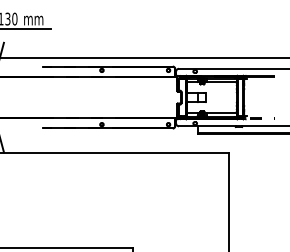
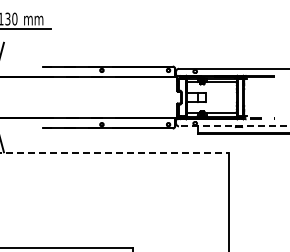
line at (144, 58): present -> none
line at (233, 126): solid -> dashed
line at (114, 153): solid -> dashed
